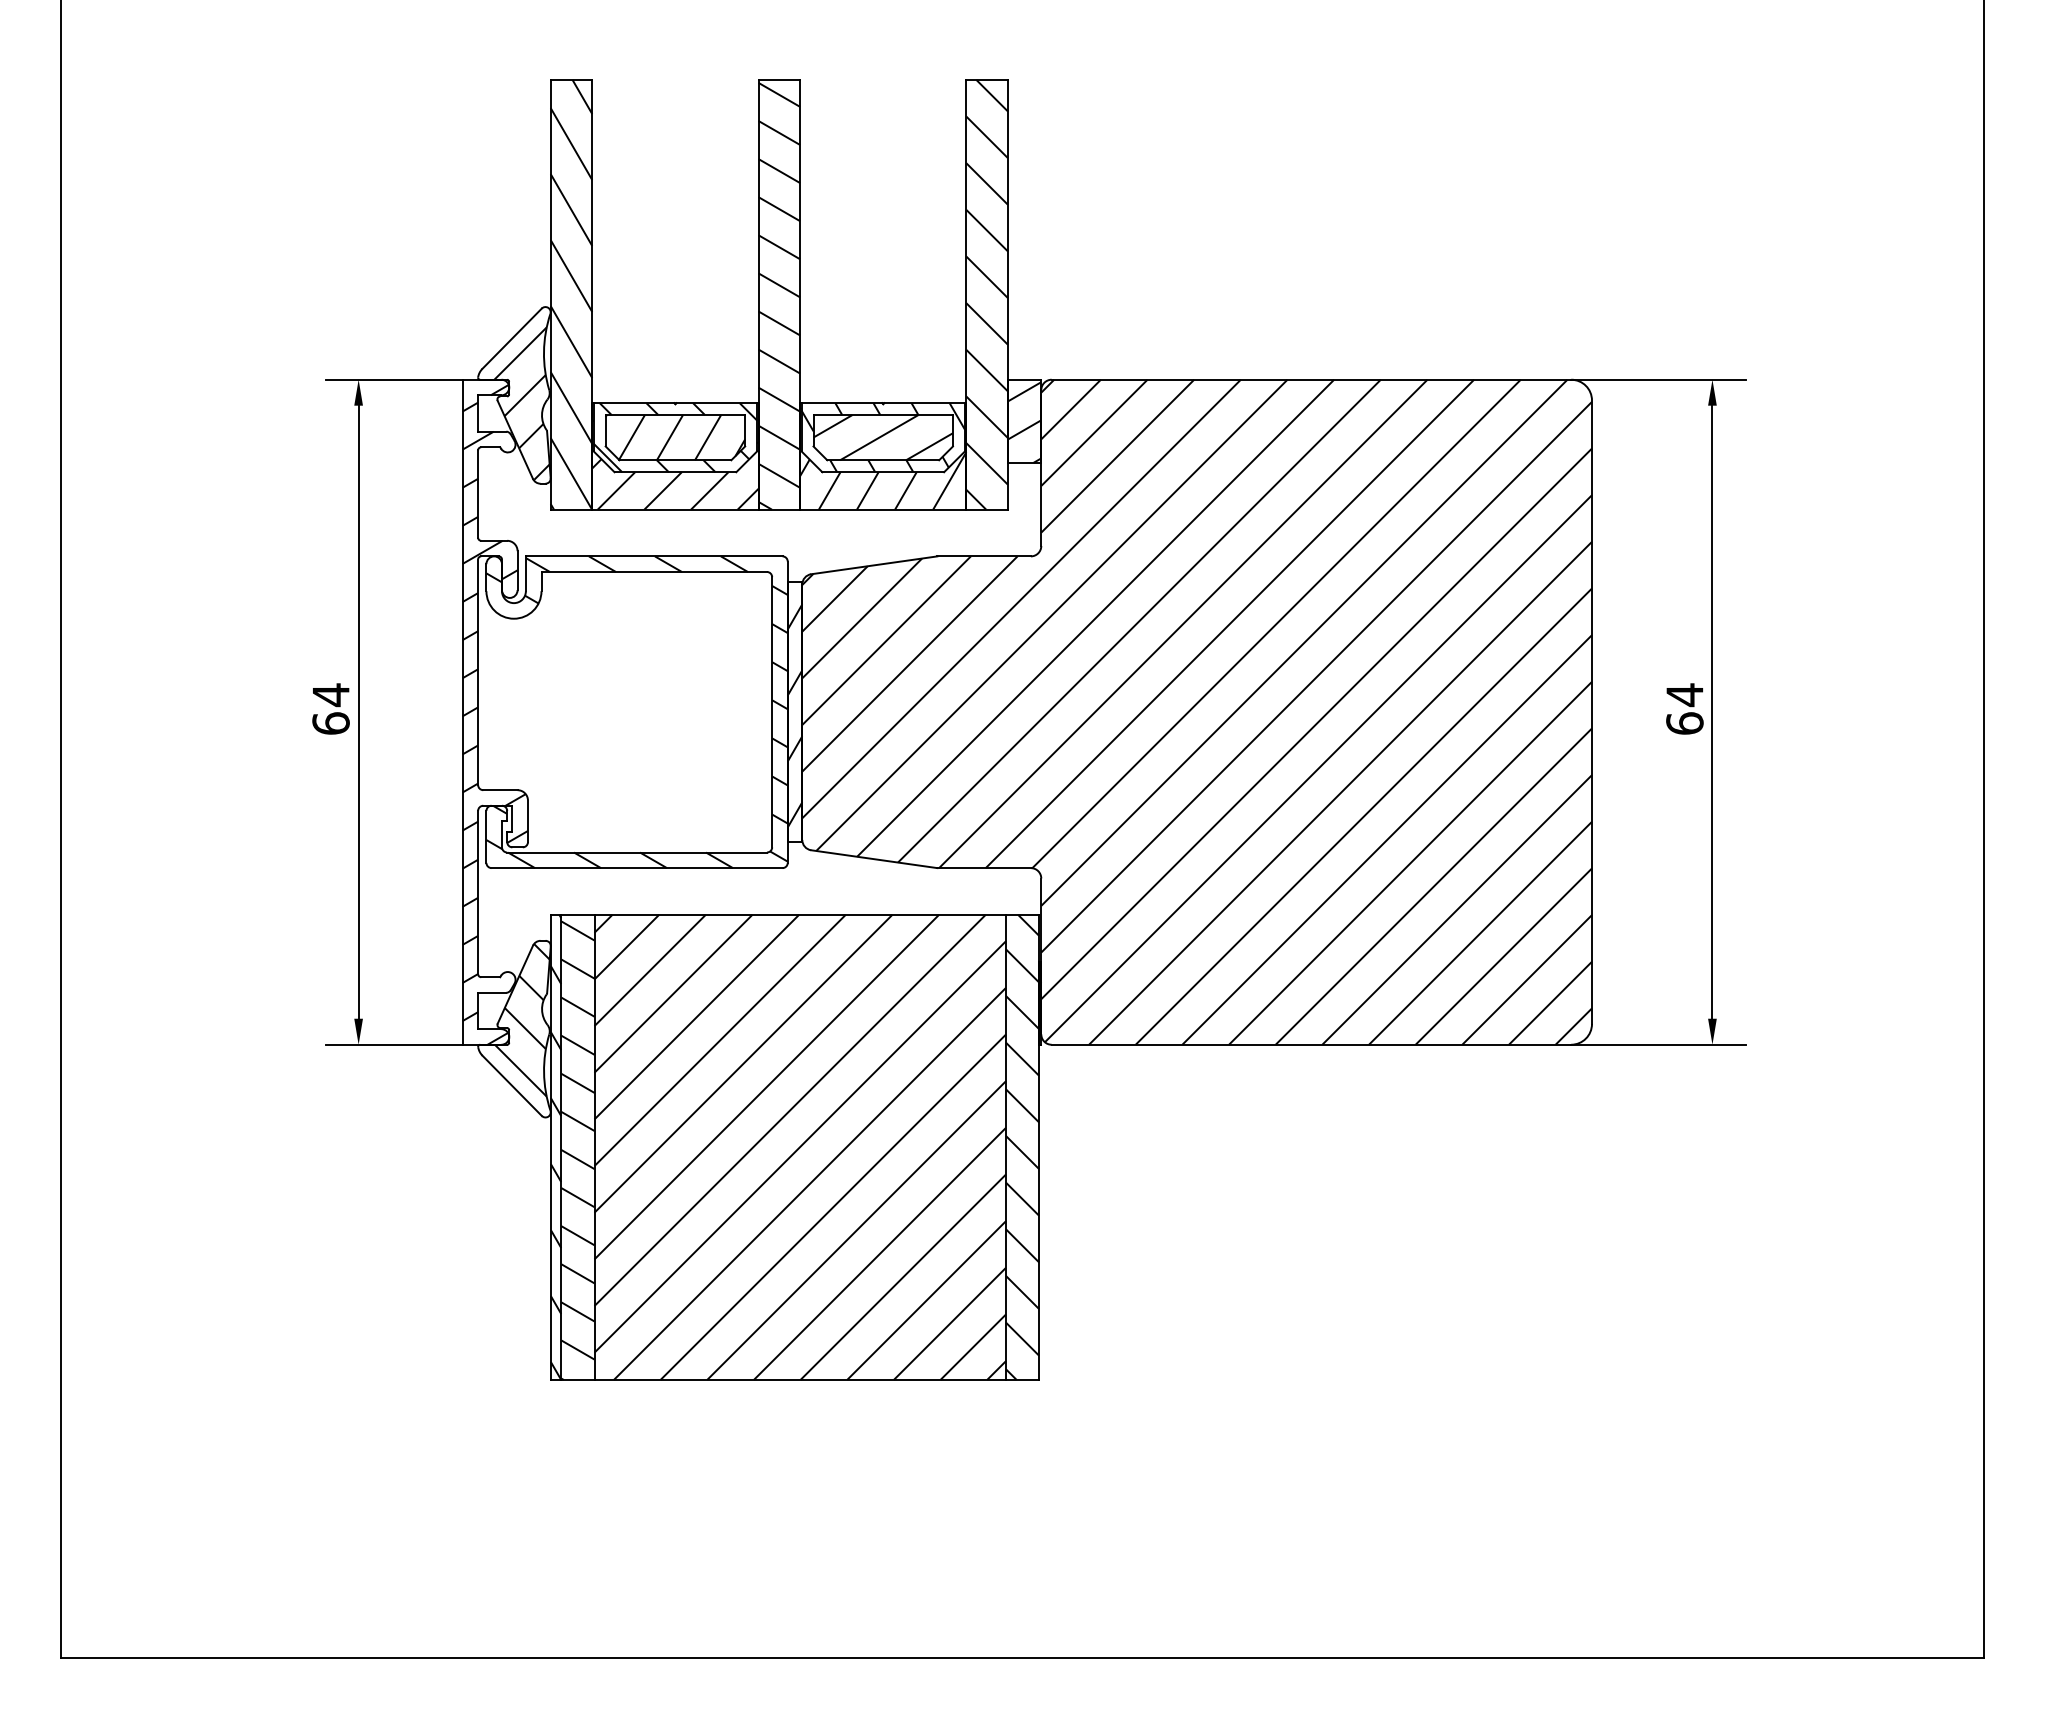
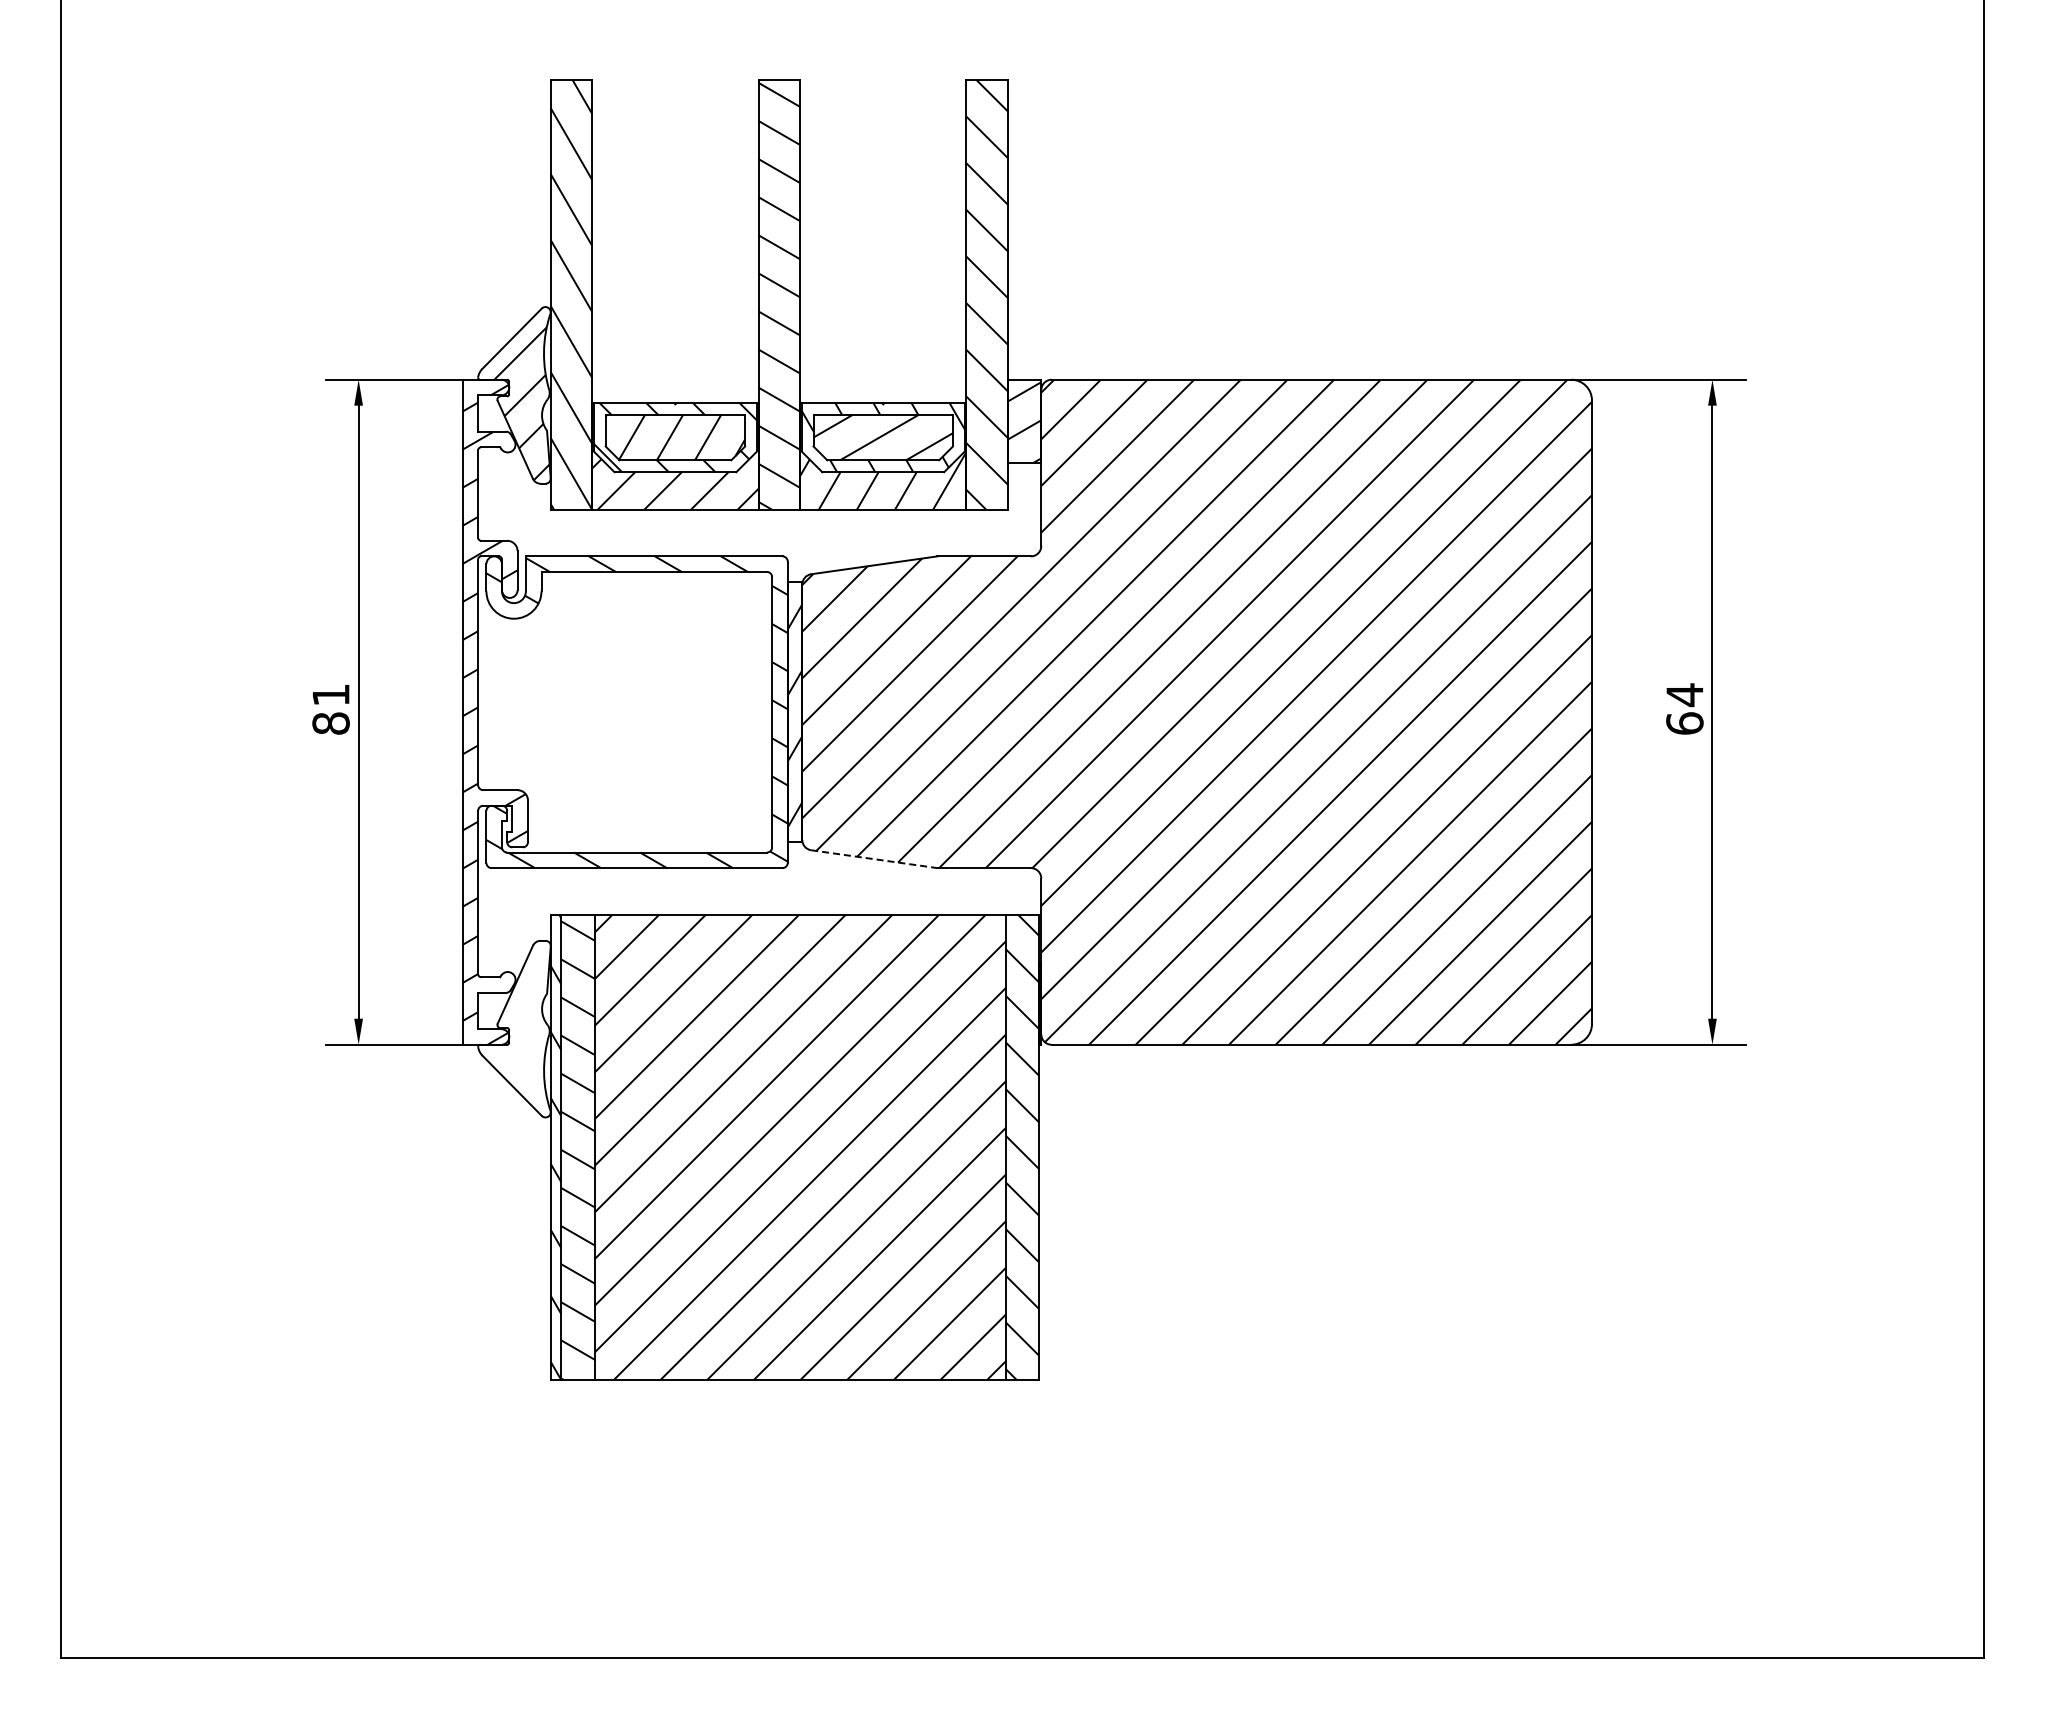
text at (330, 708): 64 -> 81
line at (874, 859): solid -> dashed
hatch at (522, 1021): present -> none
